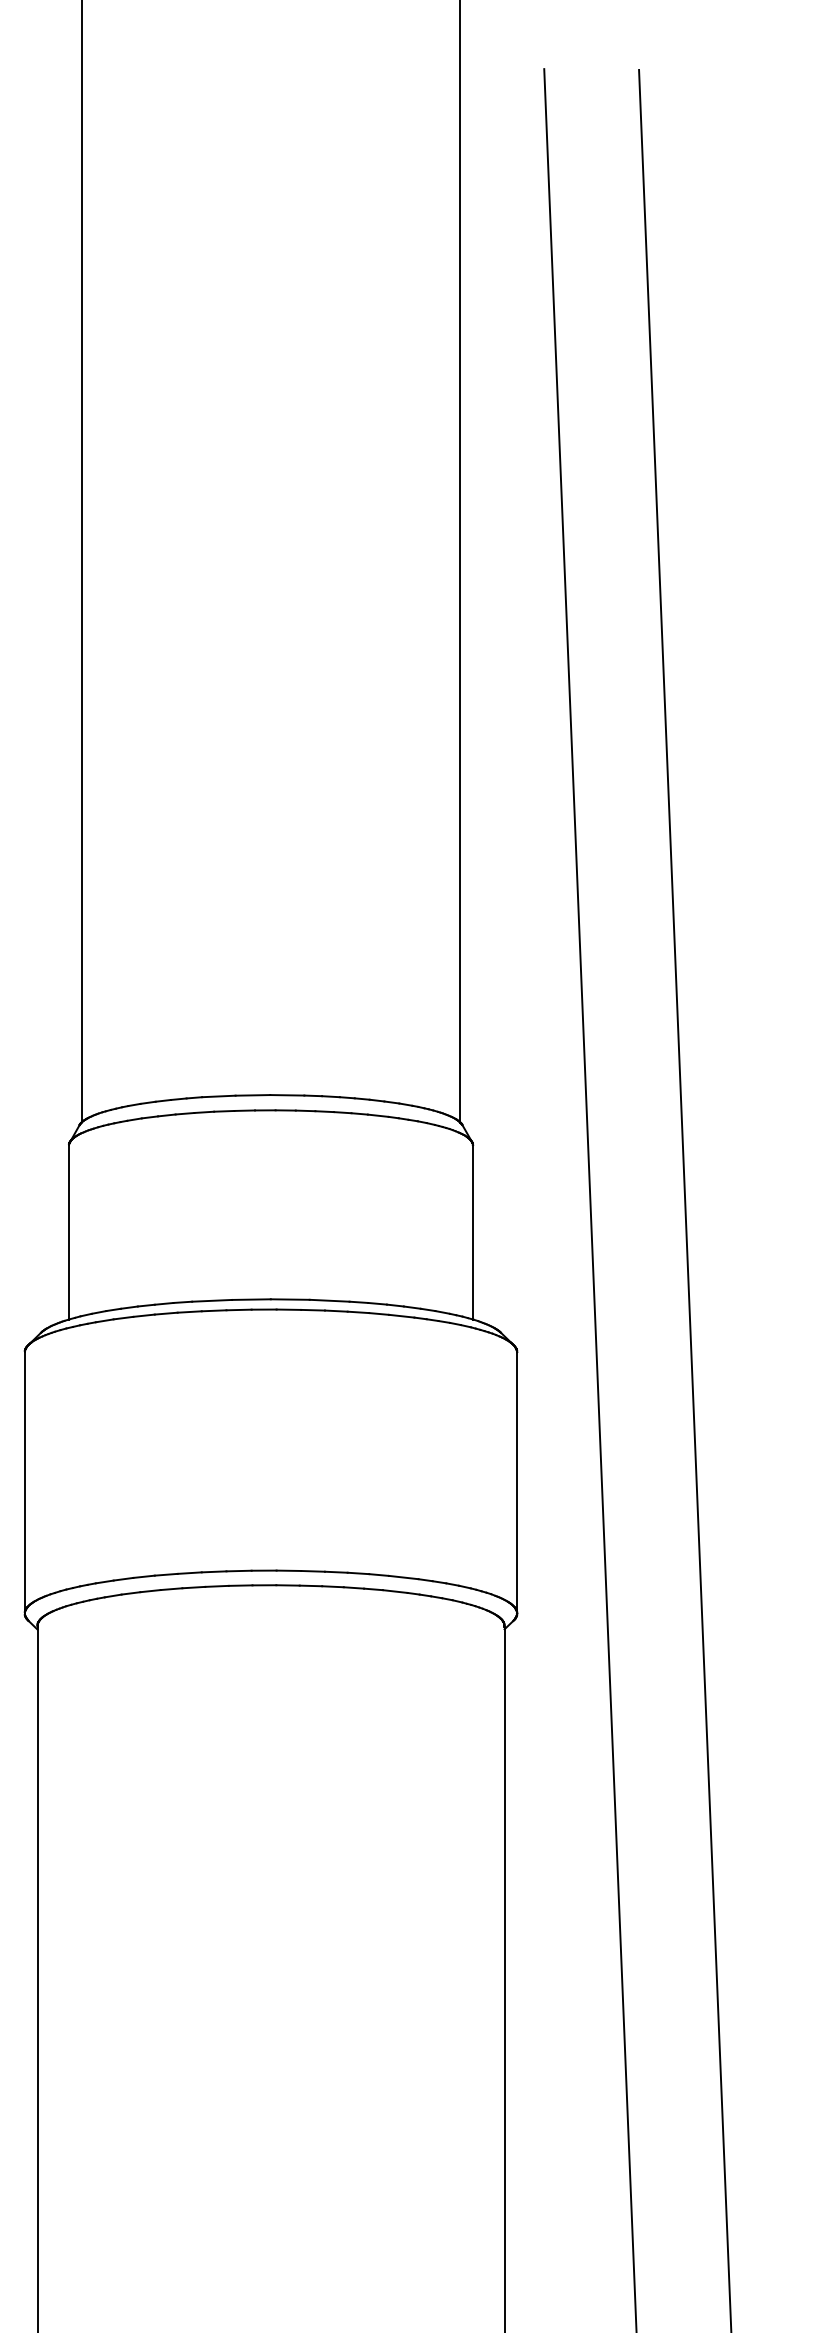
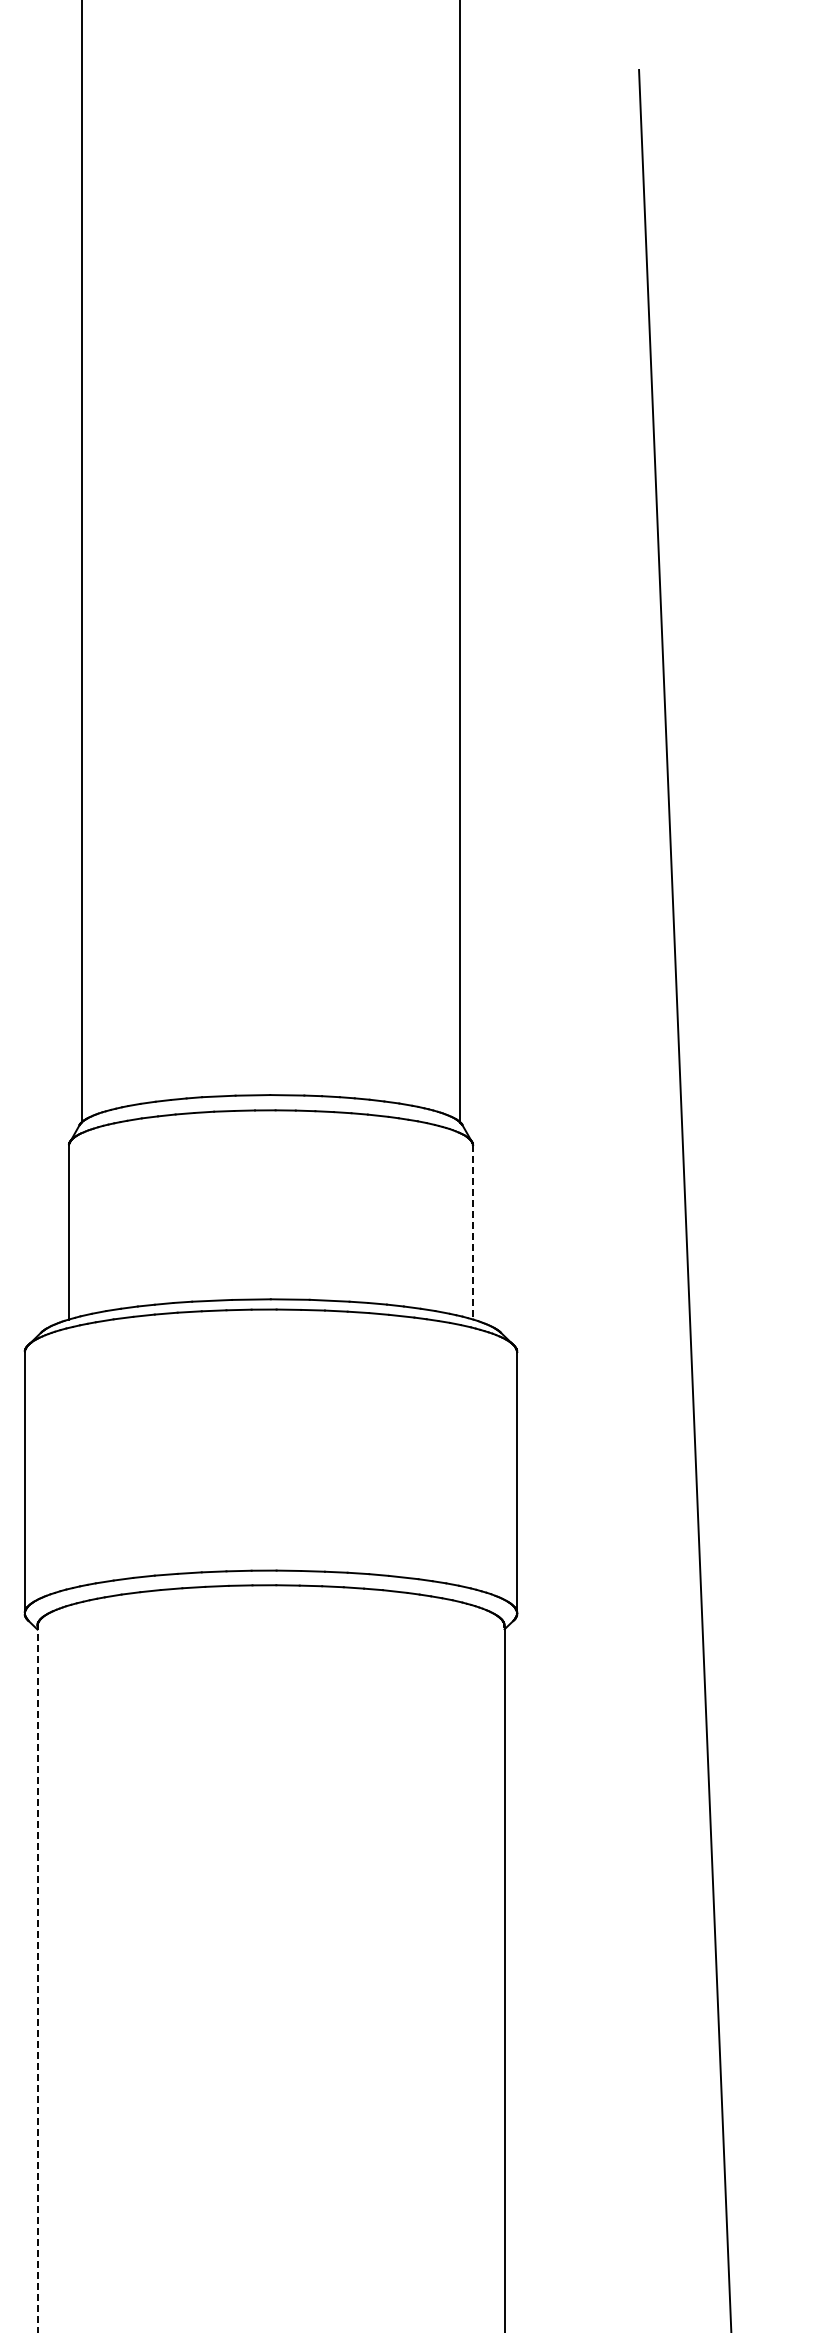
line at (590, 1199): present -> none
line at (473, 1232): solid -> dashed
line at (37, 1979): solid -> dashed
